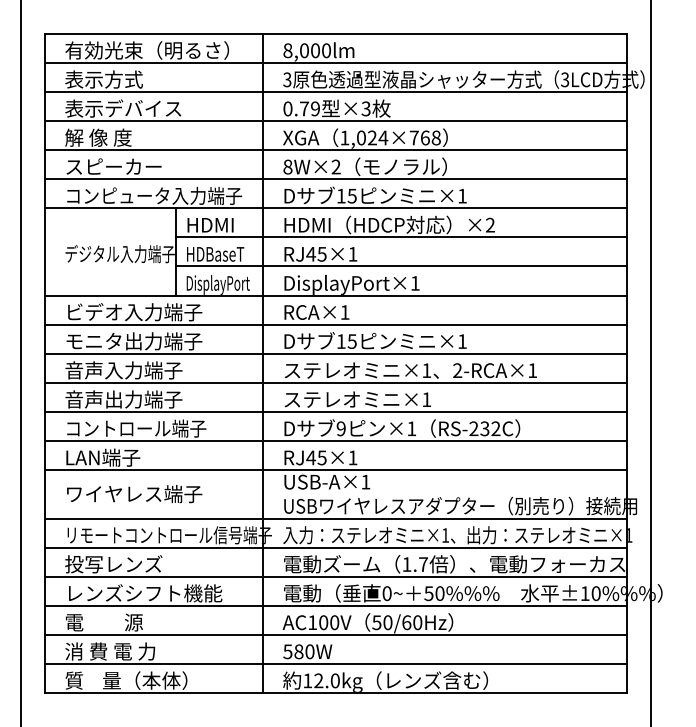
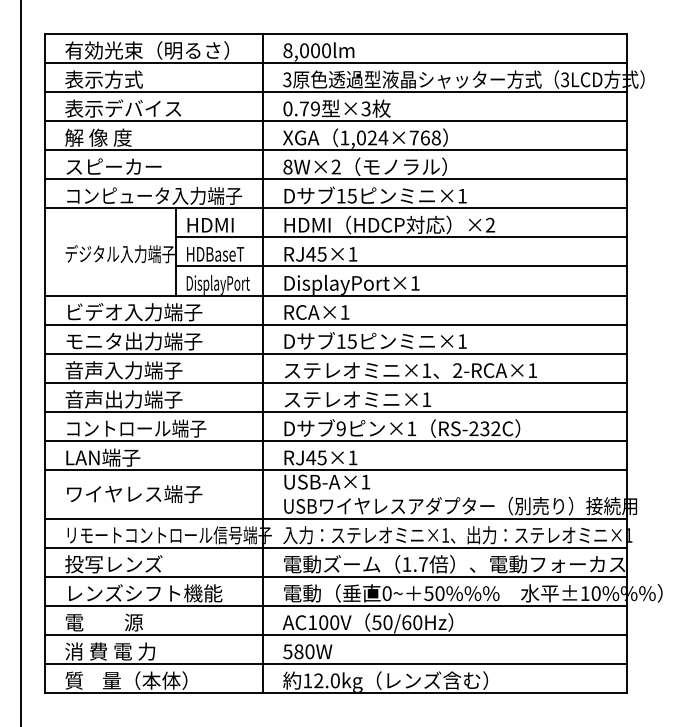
line at (650, 362): present -> none
